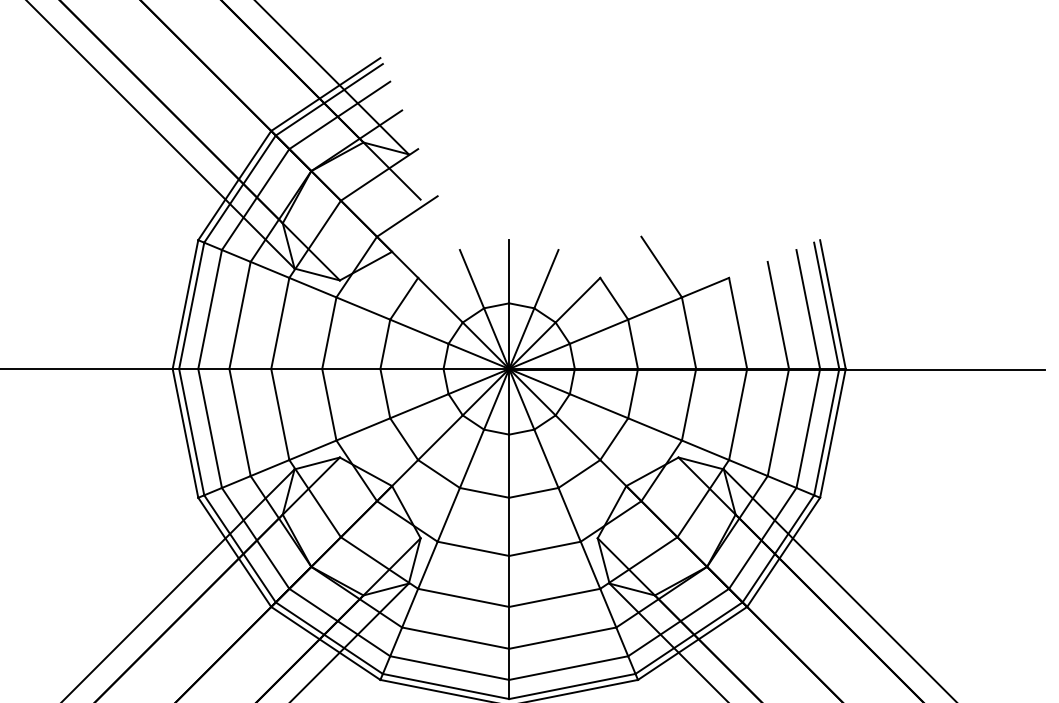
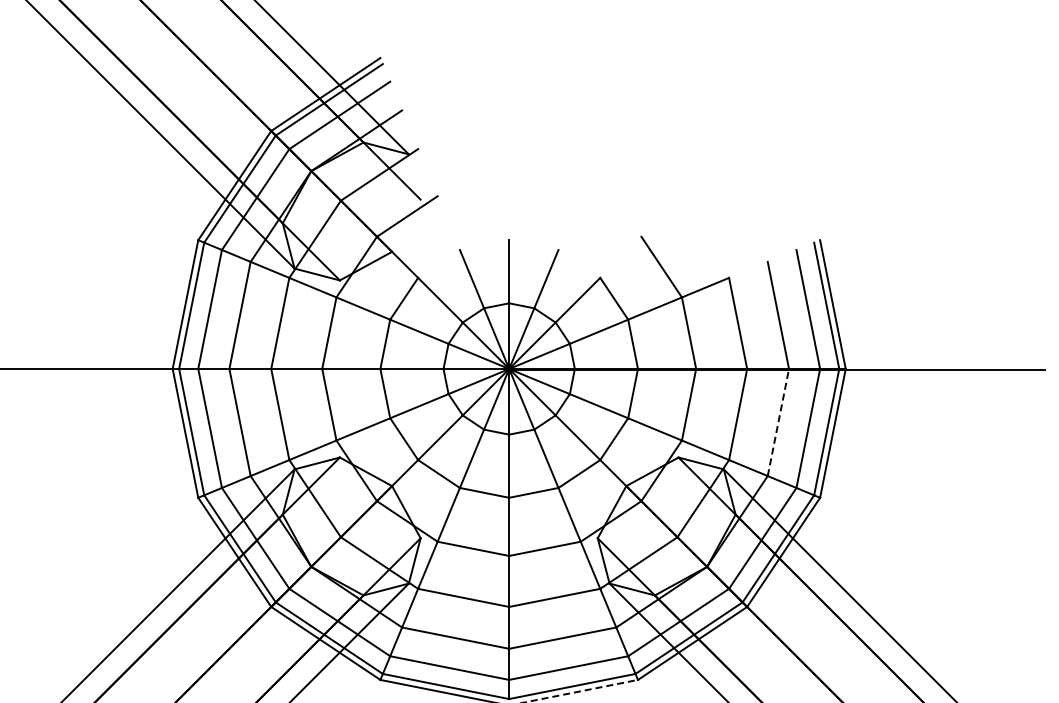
line at (778, 422): solid -> dashed
line at (580, 691): solid -> dashed
